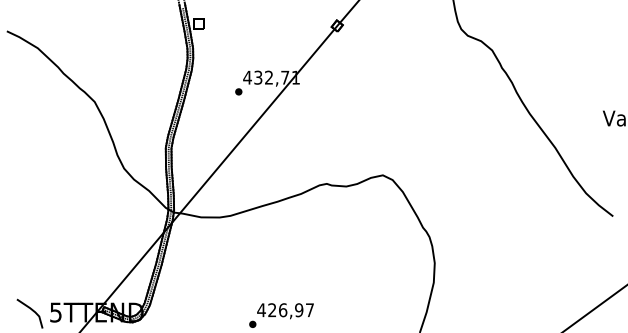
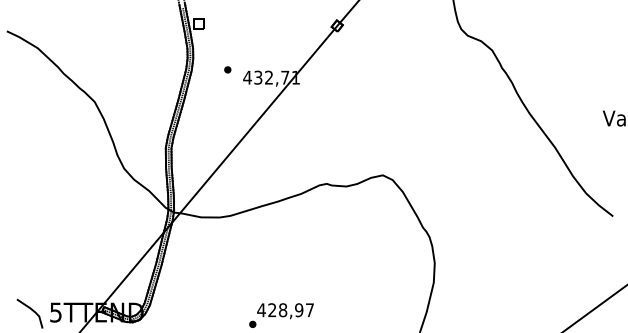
part at (238, 91) position: (238, 91) -> (227, 69)
text at (283, 309): 426,97 -> 428,97
